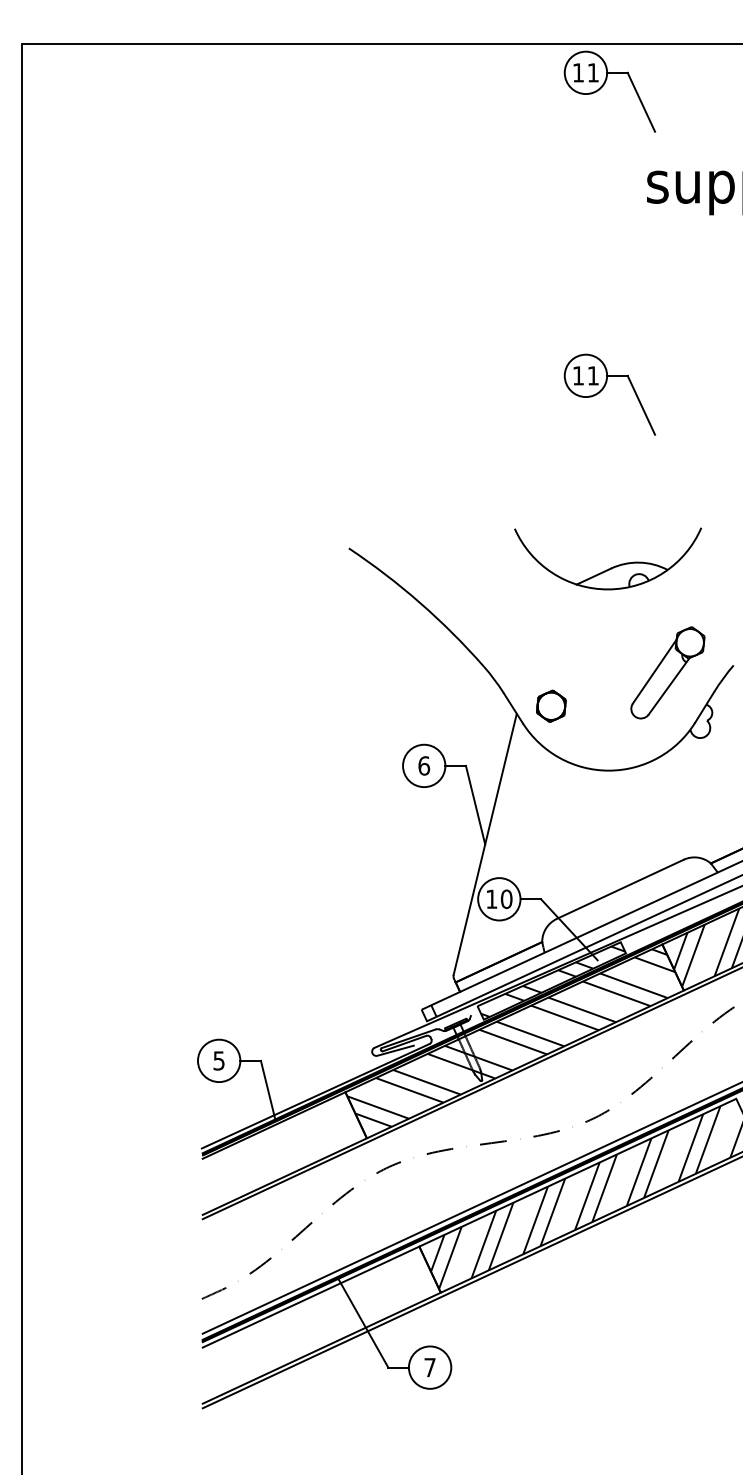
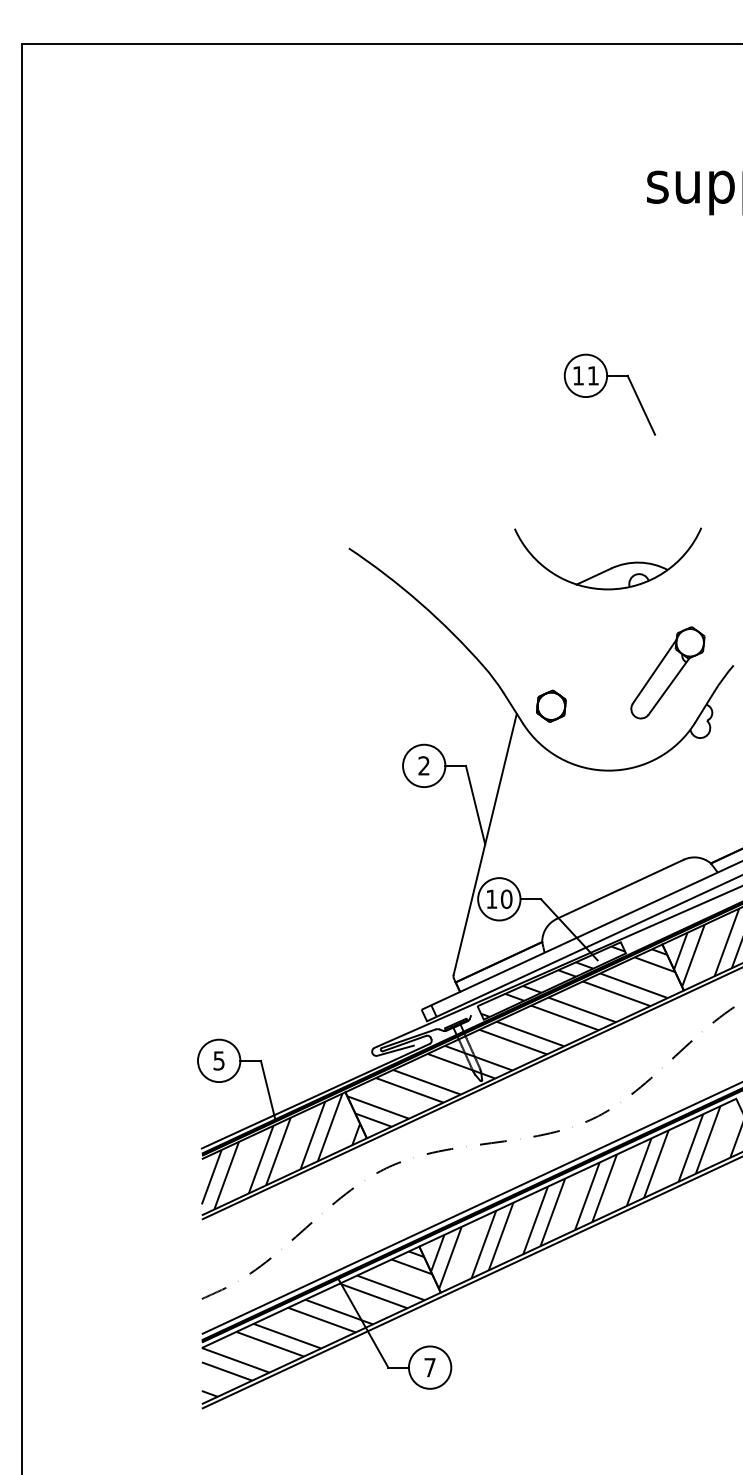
part at (604, 85): present -> none
text at (424, 765): 6 -> 2
hatch at (280, 1151): none -> present
hatch at (316, 1323): none -> present
